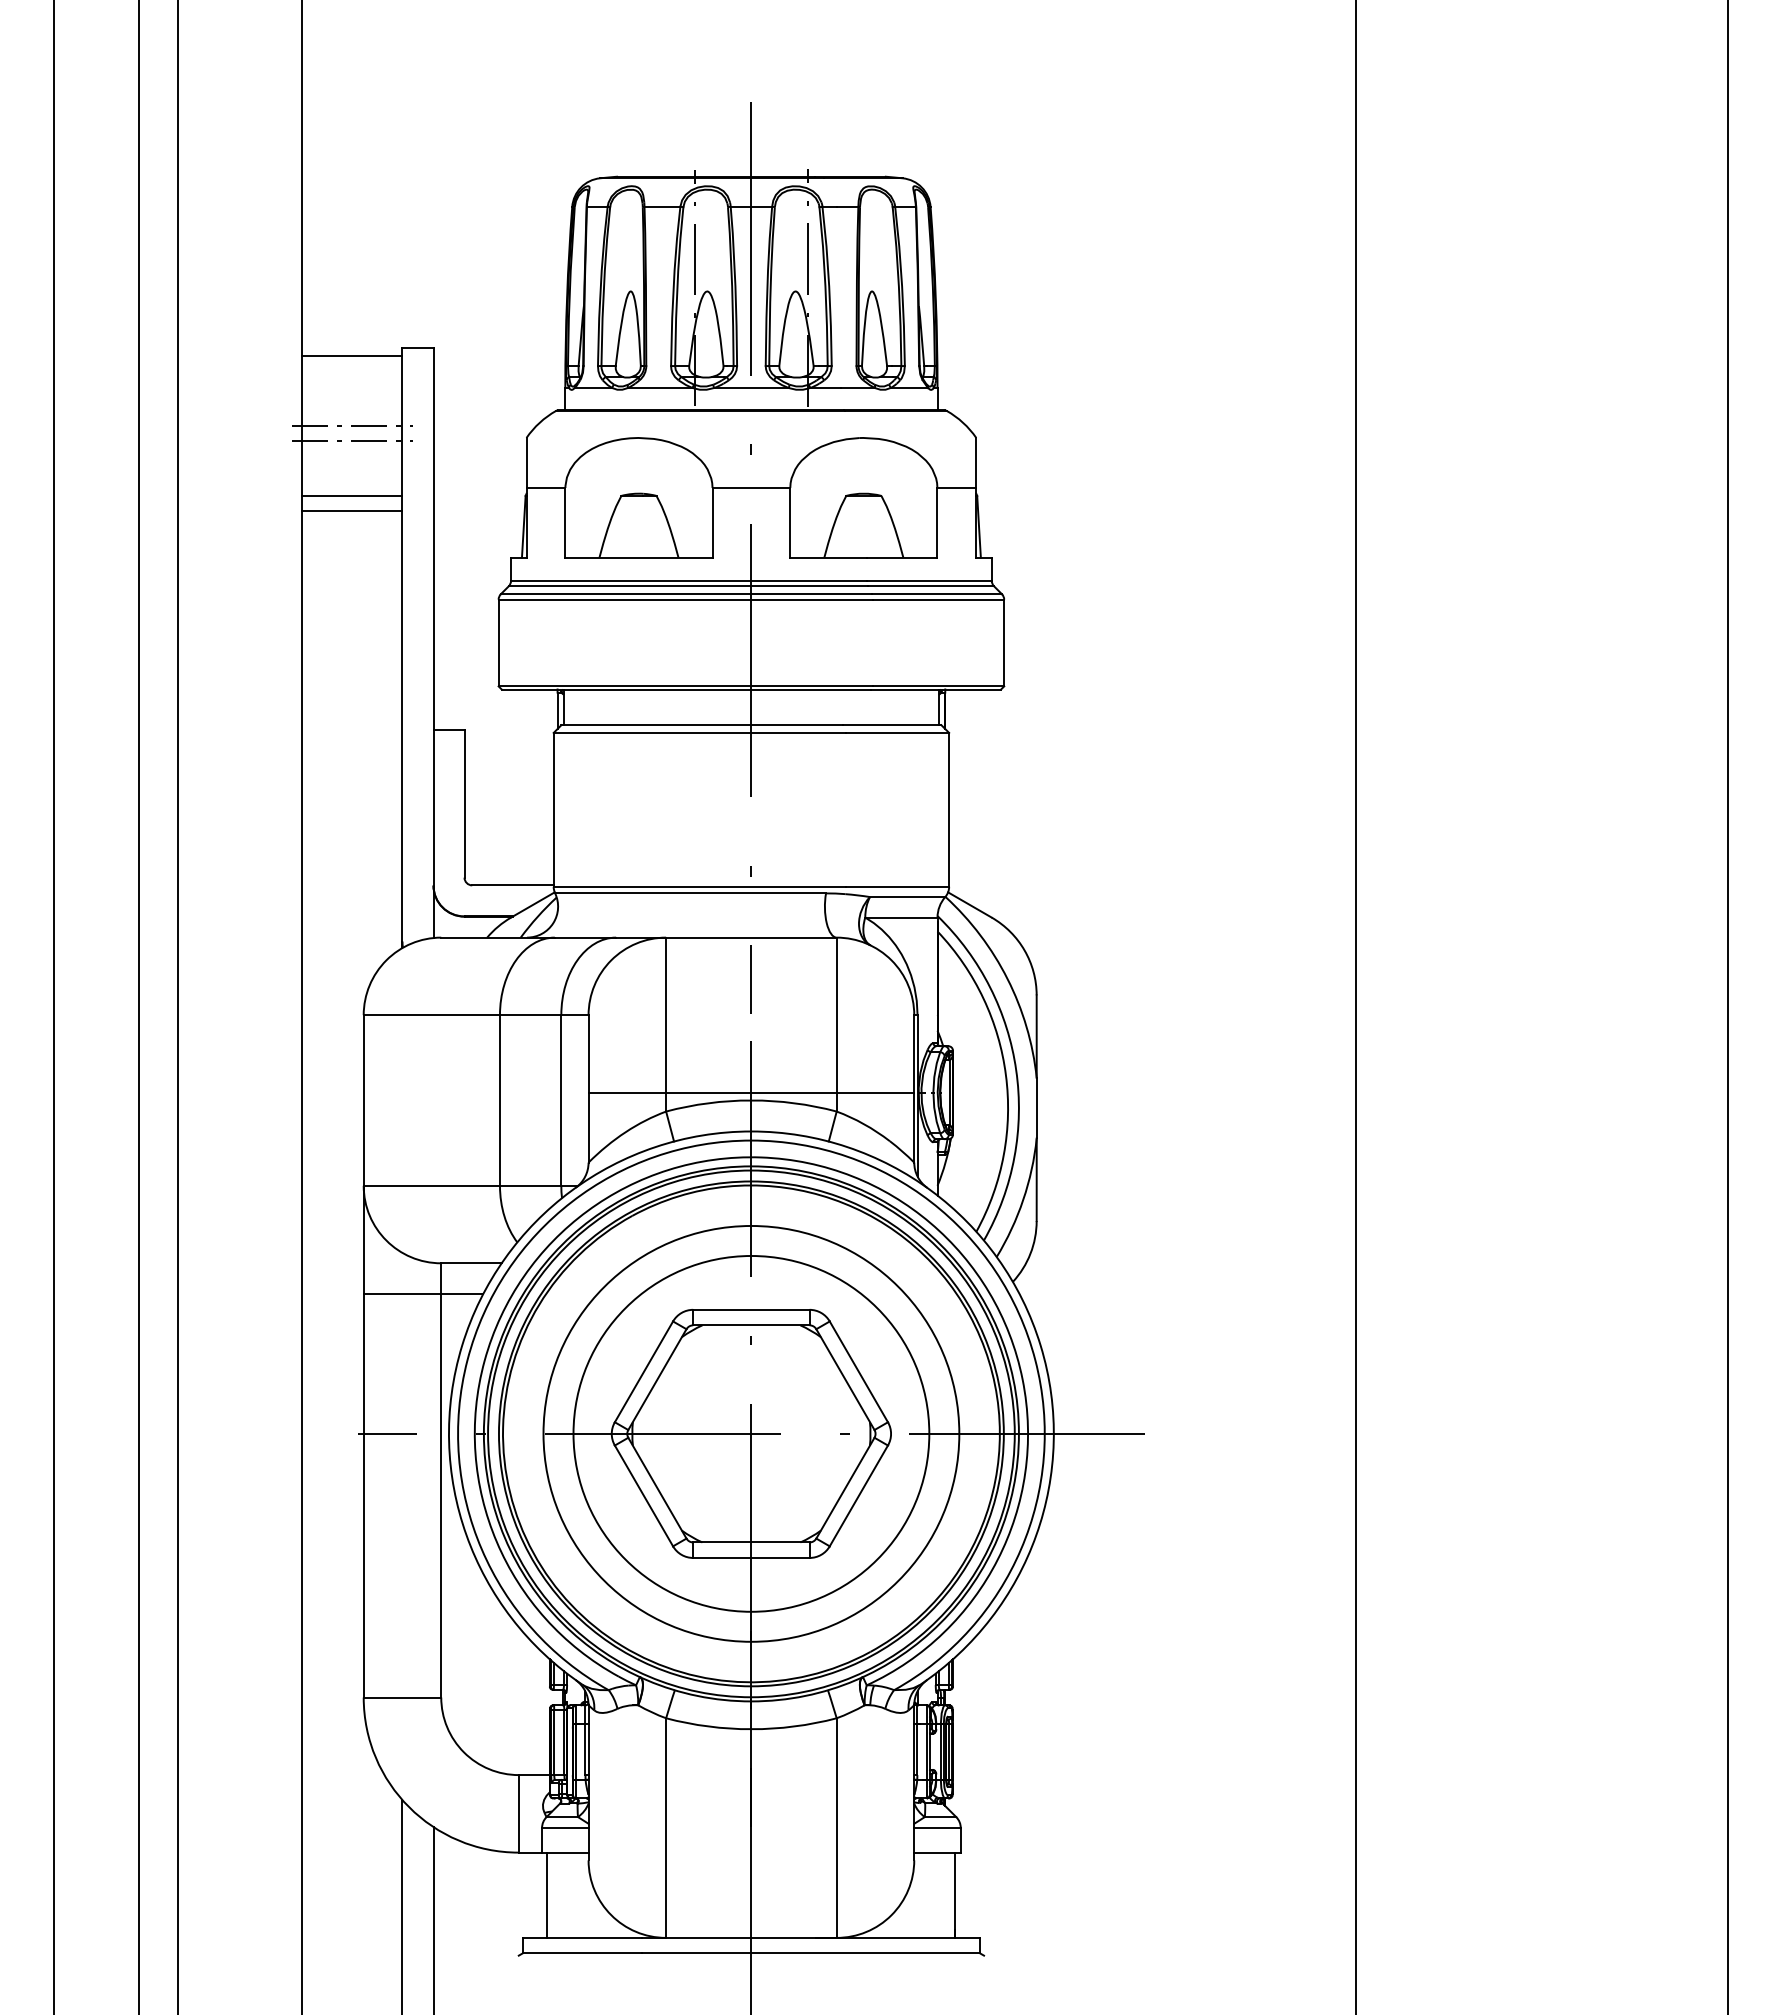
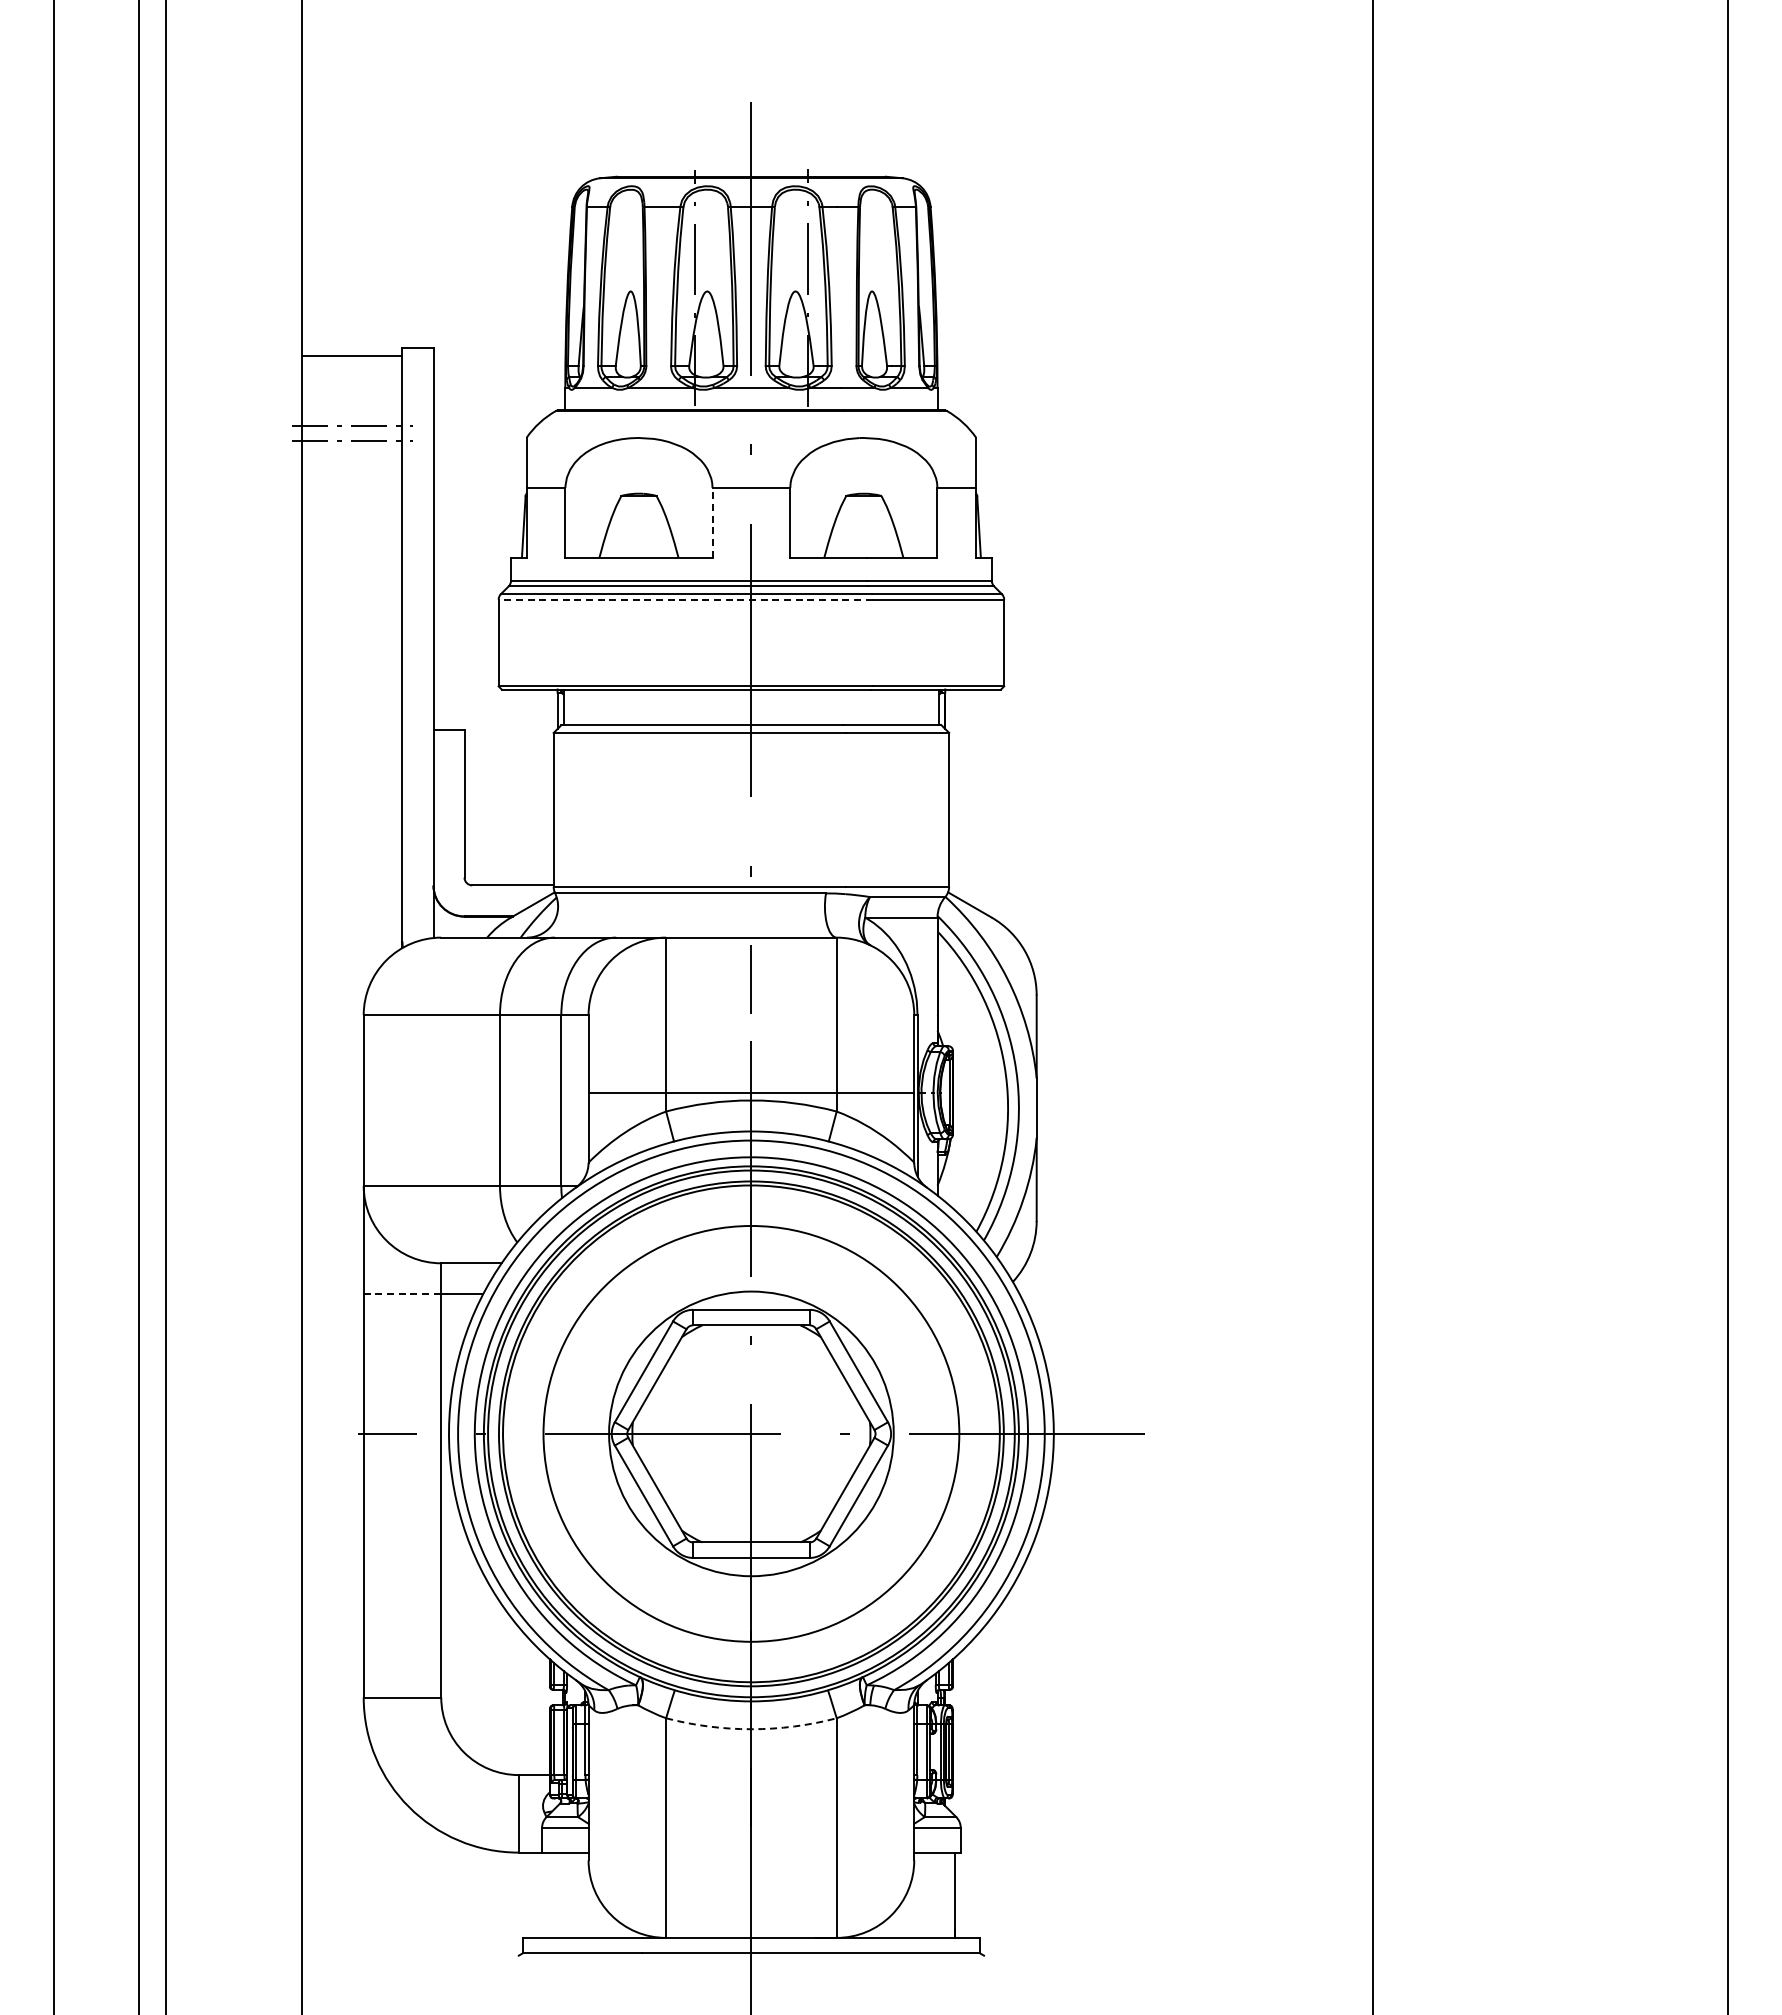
line at (351, 495): present -> none
line at (351, 511): present -> none
line at (712, 522): solid -> dashed
line at (685, 599): solid -> dashed
line at (177, 1006) position: (177, 1006) -> (165, 1006)
line at (1356, 1006) position: (1356, 1006) -> (1373, 1006)
line at (402, 1294): solid -> dashed
circle at (751, 1433) diameter: 356 px -> 285 px
arc at (751, 1729): solid -> dashed
line at (547, 1894): present -> none
line at (402, 1905): present -> none
line at (433, 1919): present -> none
